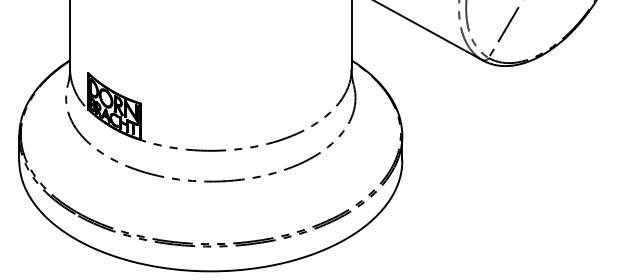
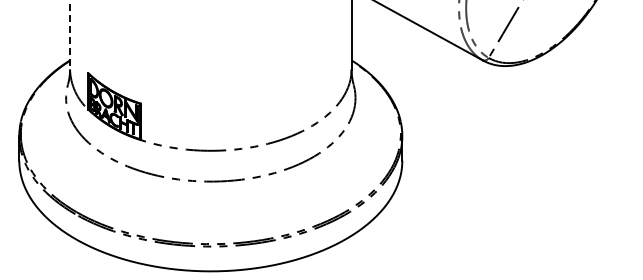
line at (70, 35): solid -> dashed
